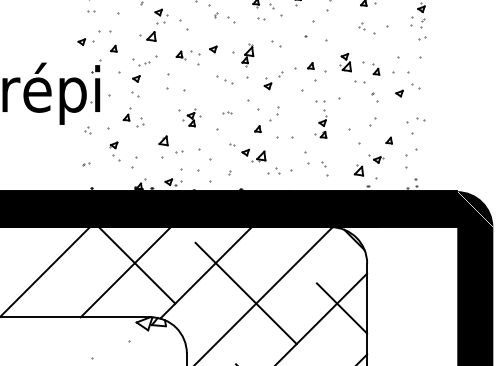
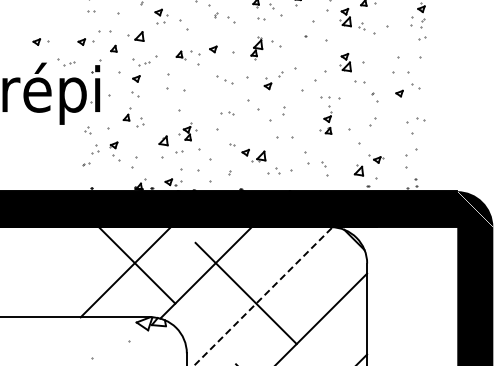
part at (345, 17): none -> present
part at (147, 36) position: (147, 36) -> (135, 36)
part at (40, 41): none -> present
part at (247, 55) position: (247, 55) -> (256, 48)
part at (66, 62): none -> present
part at (310, 65): present -> none
part at (376, 69): present -> none
part at (277, 110) position: (277, 110) -> (283, 110)
part at (227, 112) size: 11x4 px -> 15x5 px
part at (191, 117) position: (191, 117) -> (187, 131)
part at (320, 119) position: (320, 119) -> (325, 115)
part at (257, 129): present -> none
part at (388, 140): present -> none
part at (95, 149): none -> present
line at (45, 270): present -> none
line at (263, 296): solid -> dashed
line at (341, 308): present -> none
